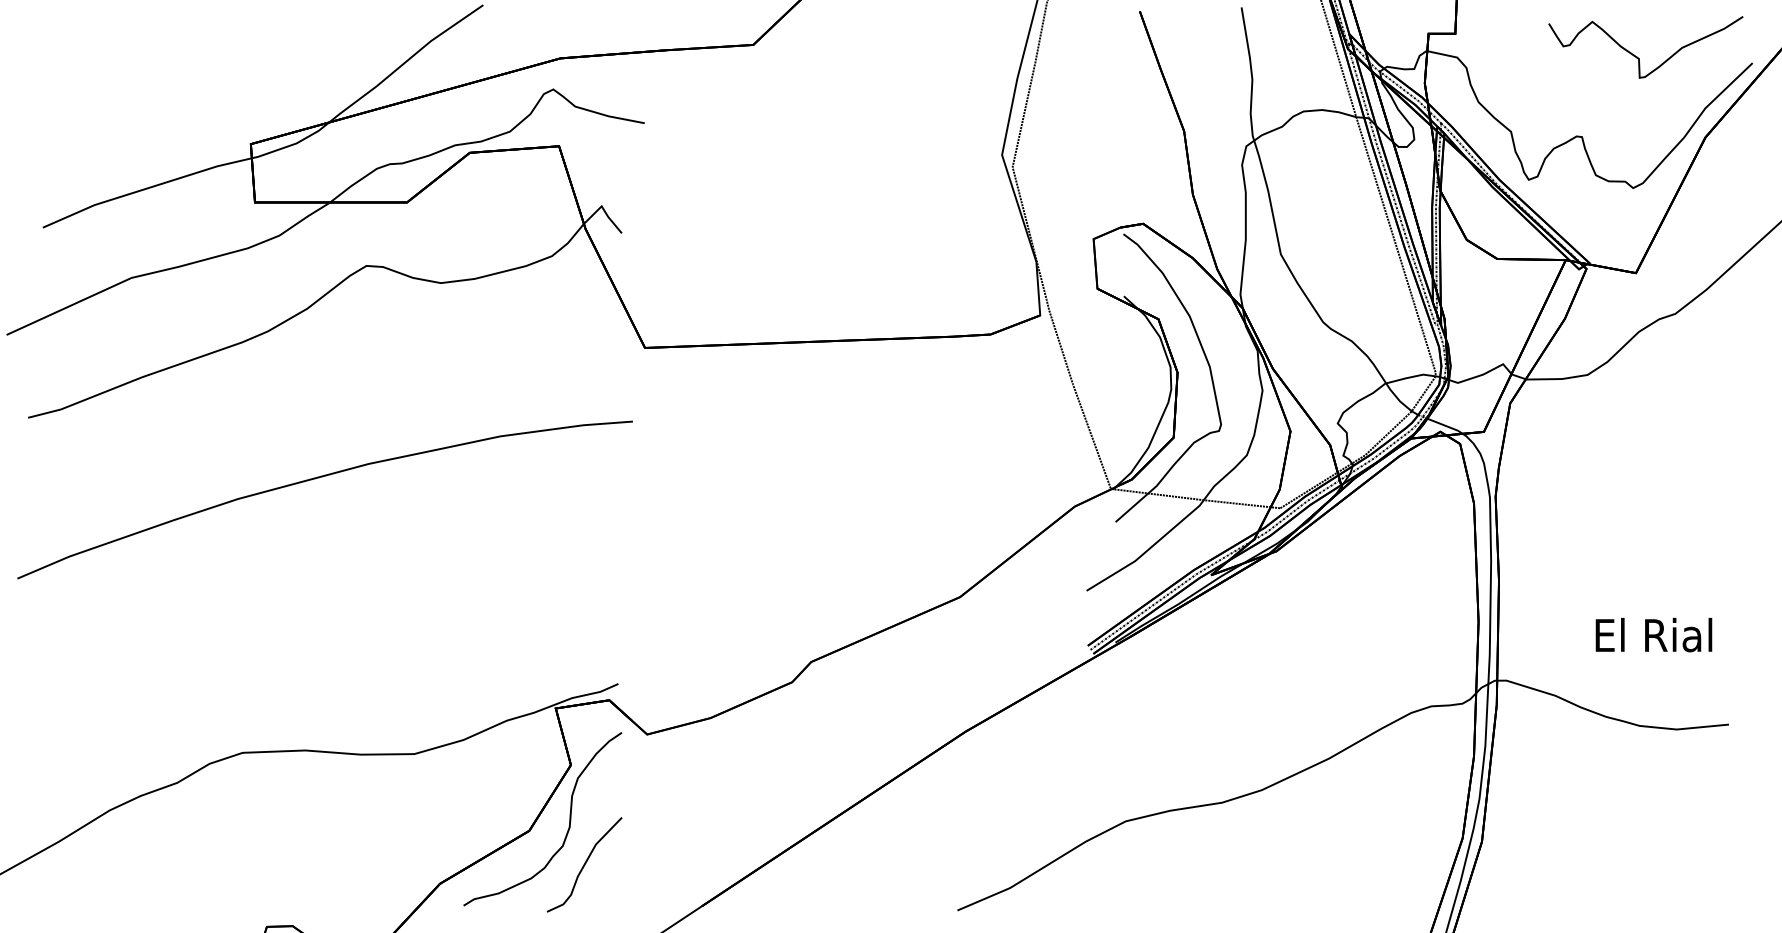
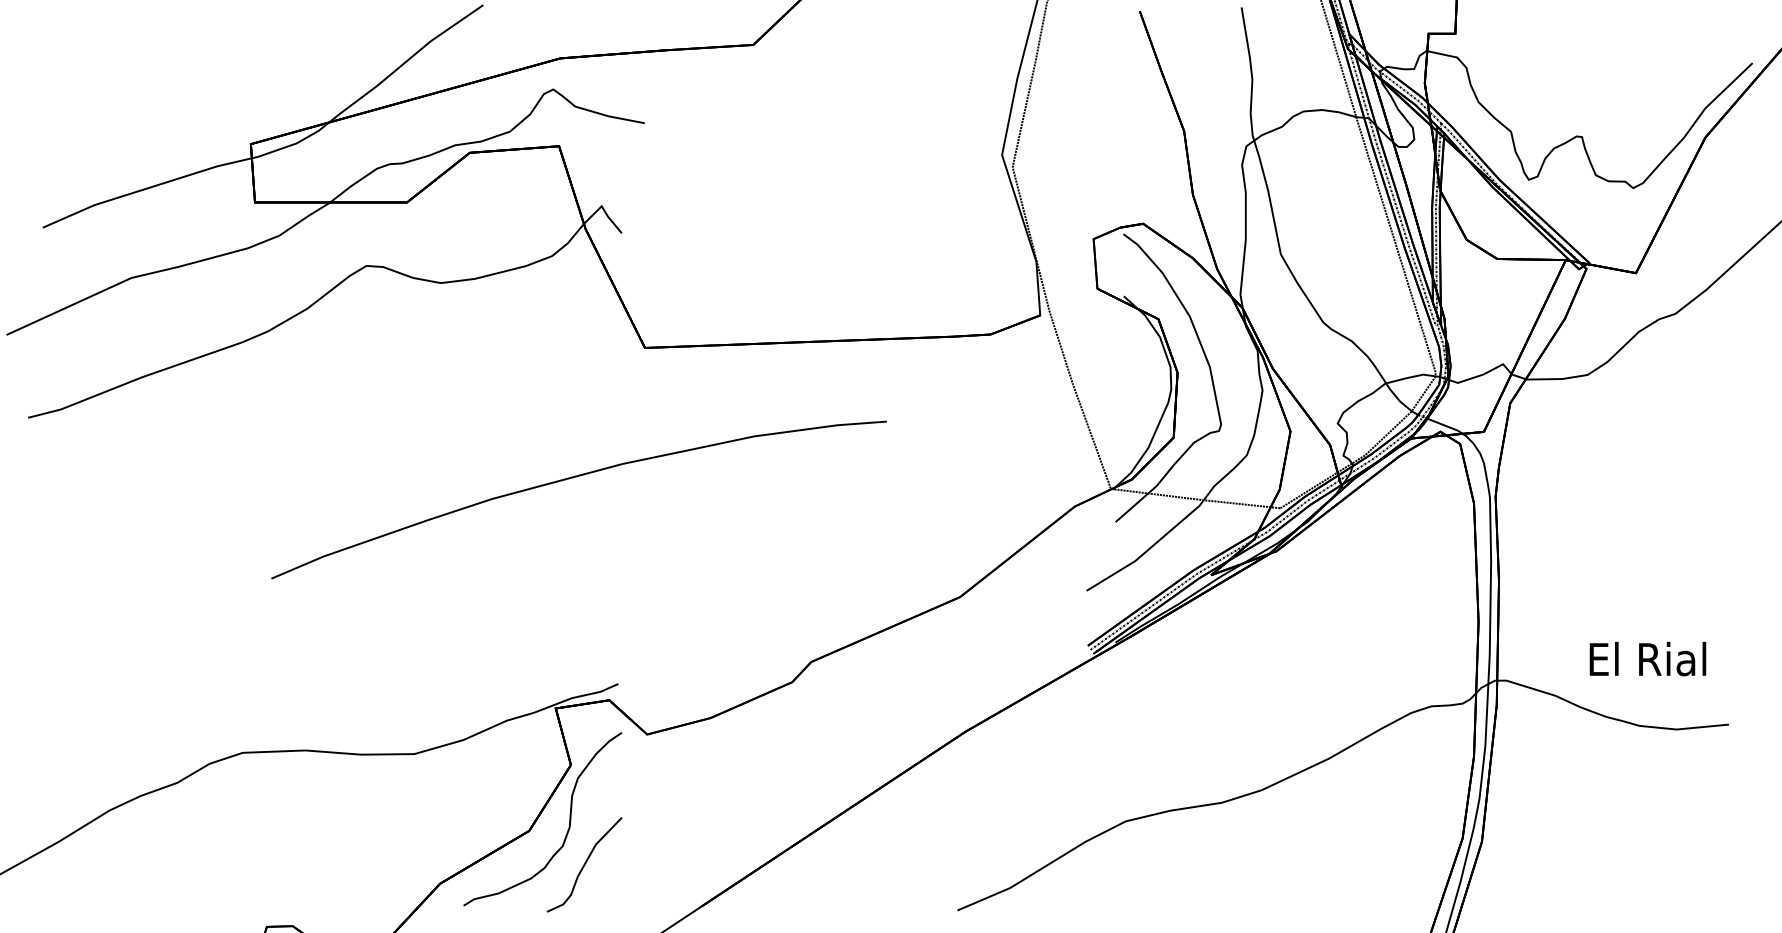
curve at (1637, 56): present -> none
part at (319, 478) position: (319, 478) -> (573, 478)
text at (1653, 634) position: (1653, 634) -> (1647, 658)
